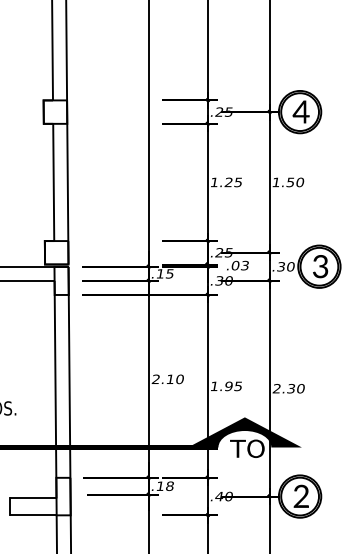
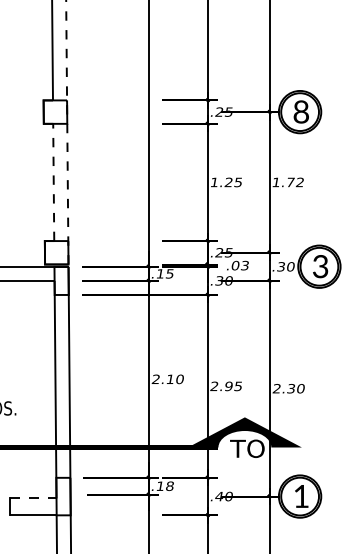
text at (300, 111): 4 -> 8
line at (67, 132): solid -> dashed
line at (53, 182): solid -> dashed
text at (295, 182): 1.50 -> 1.72
text at (214, 385): 1.95 -> 2.95
text at (300, 495): 2 -> 1
line at (33, 498): solid -> dashed
